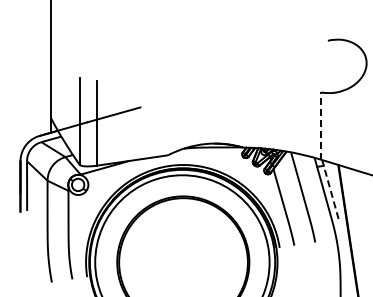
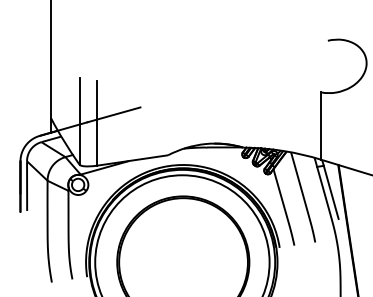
line at (321, 126): dashed -> solid
line at (331, 192): dashed -> solid
